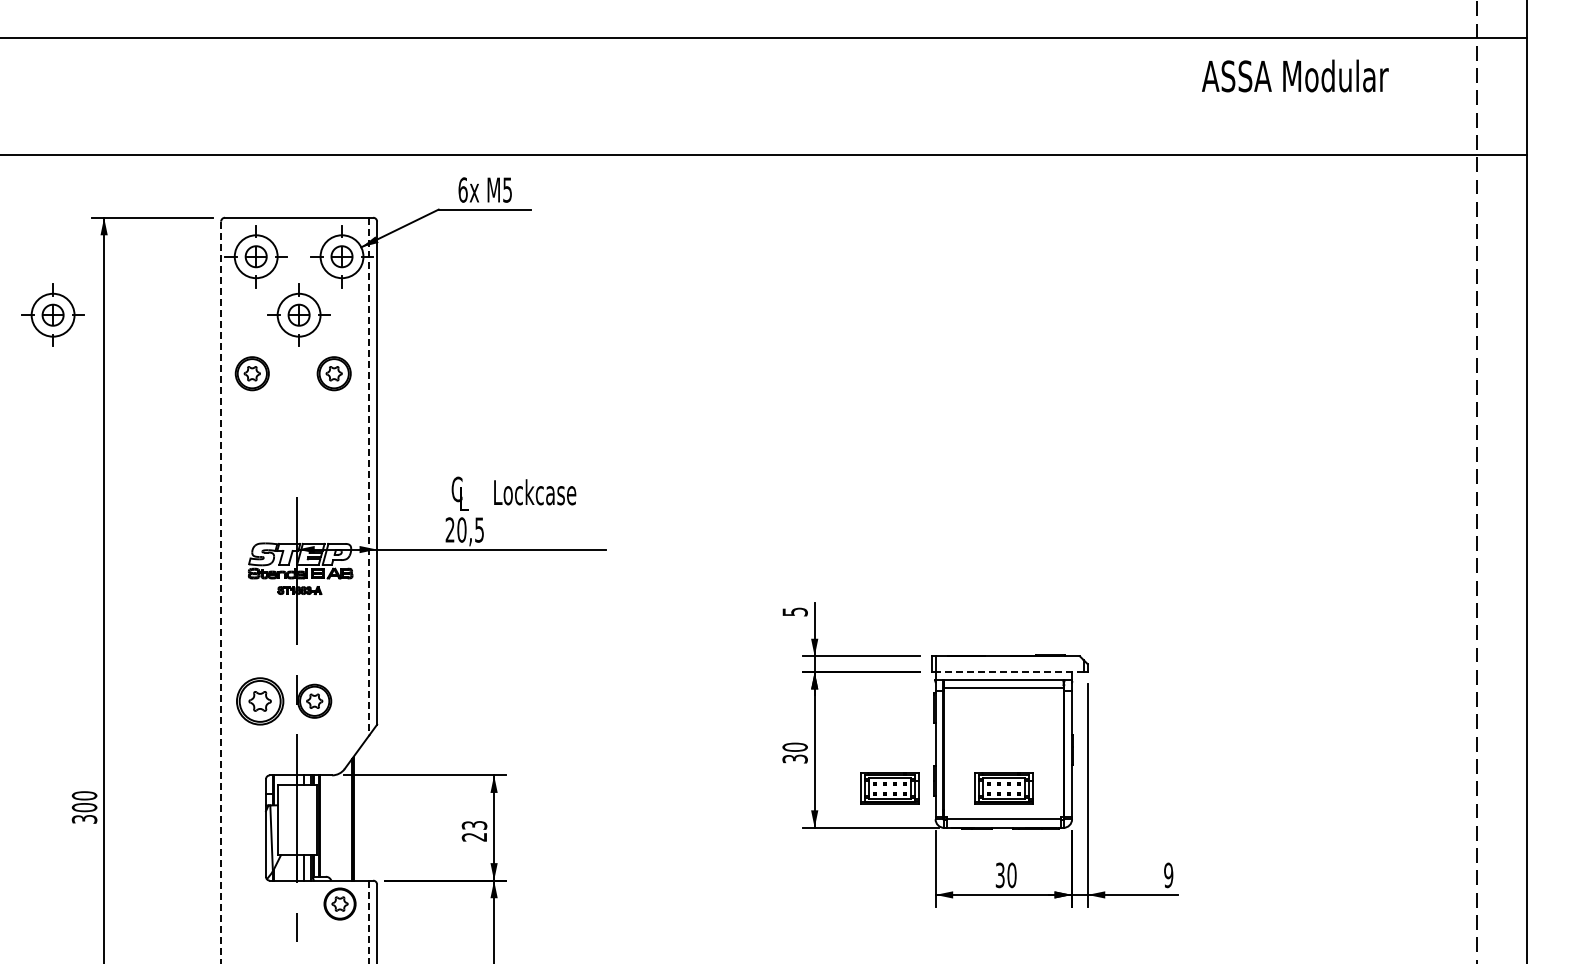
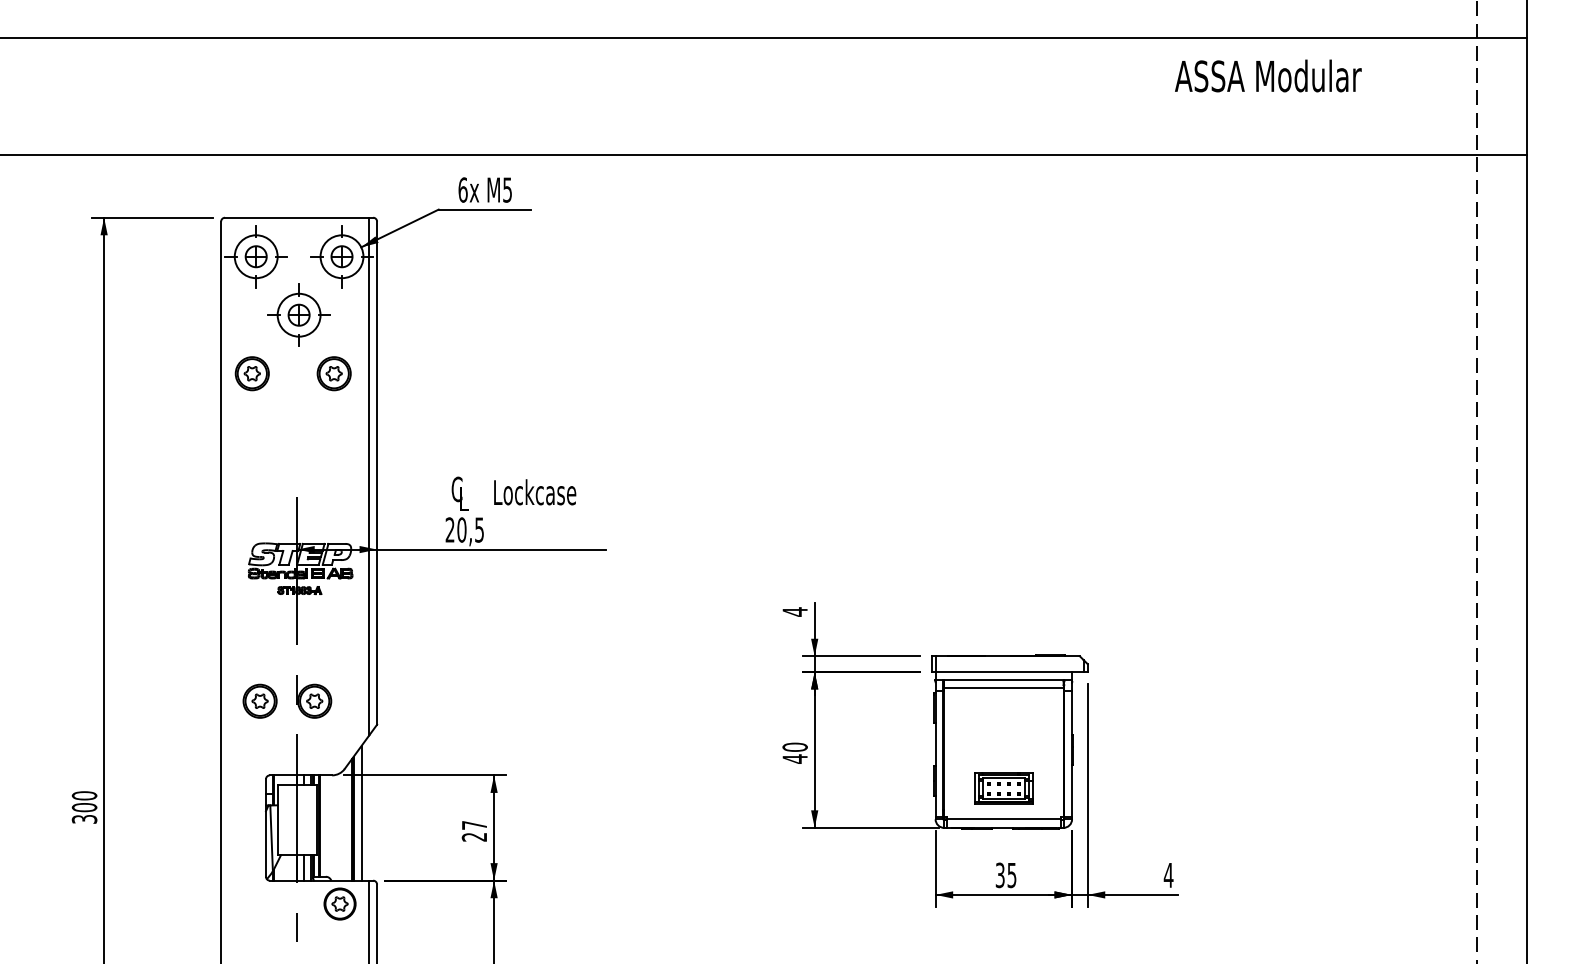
text at (1295, 75) position: (1295, 75) -> (1268, 75)
part at (52, 314): present -> none
line at (369, 476): dashed -> solid
line at (221, 592): dashed -> solid
text at (794, 611): 5 -> 4
line at (1009, 671): dashed -> solid
part at (260, 701) size: 49x49 px -> 36x36 px
text at (794, 758): 30 -> 40
part at (889, 788): present -> none
line at (361, 813): none -> present
text at (474, 825): 23 -> 27
text at (1011, 875): 30 -> 35
text at (1168, 875): 9 -> 4
line at (369, 922): dashed -> solid
